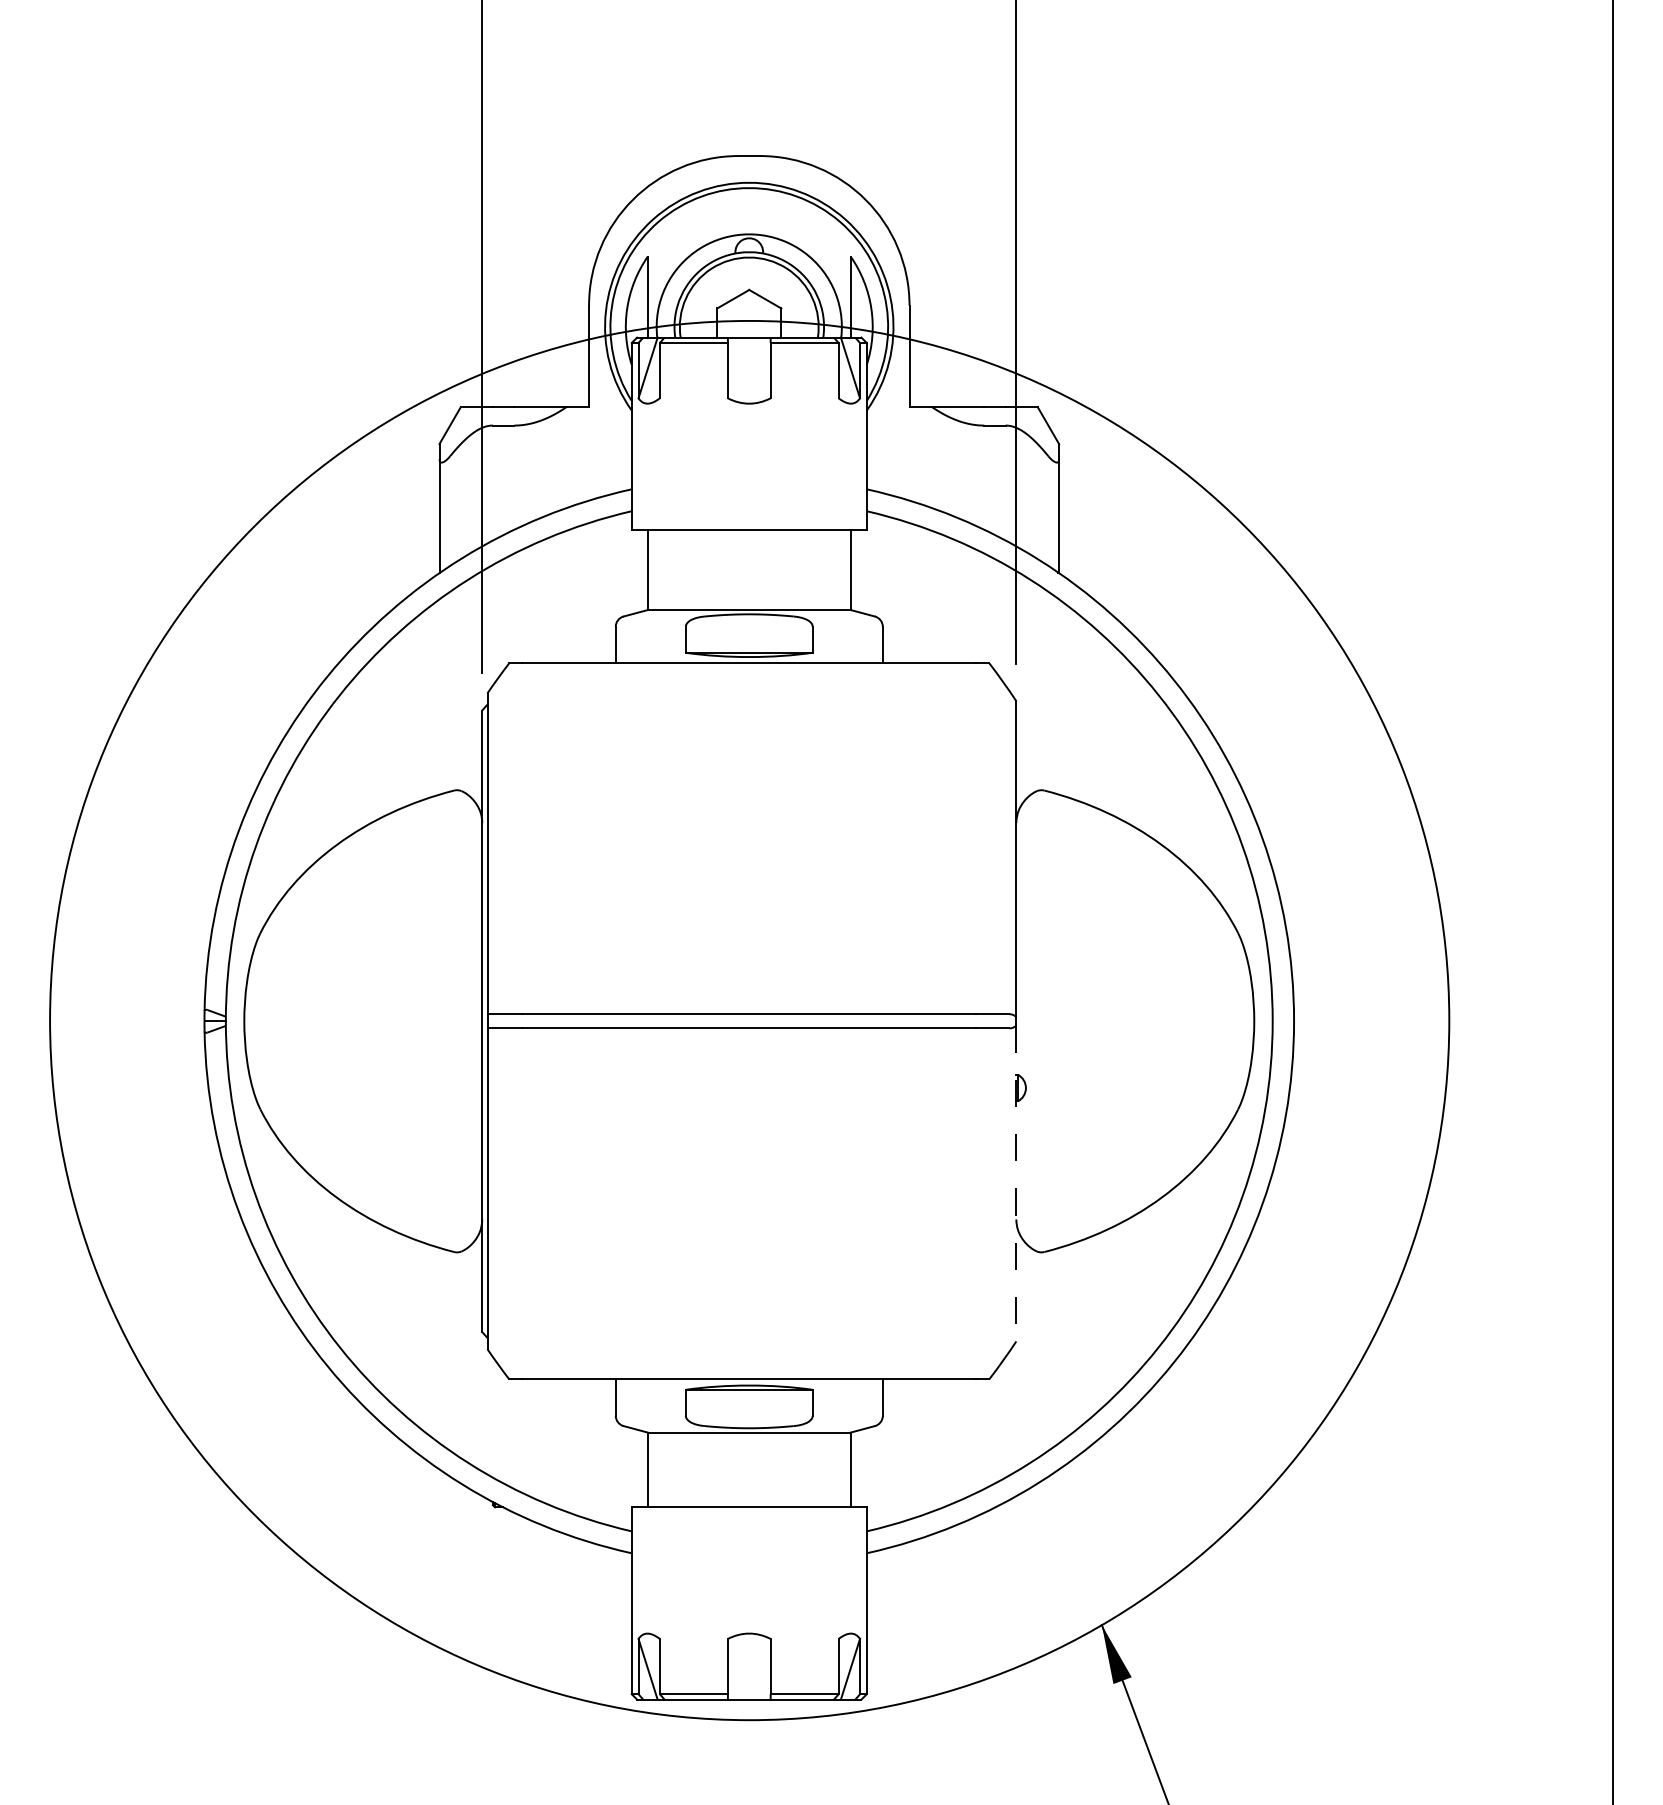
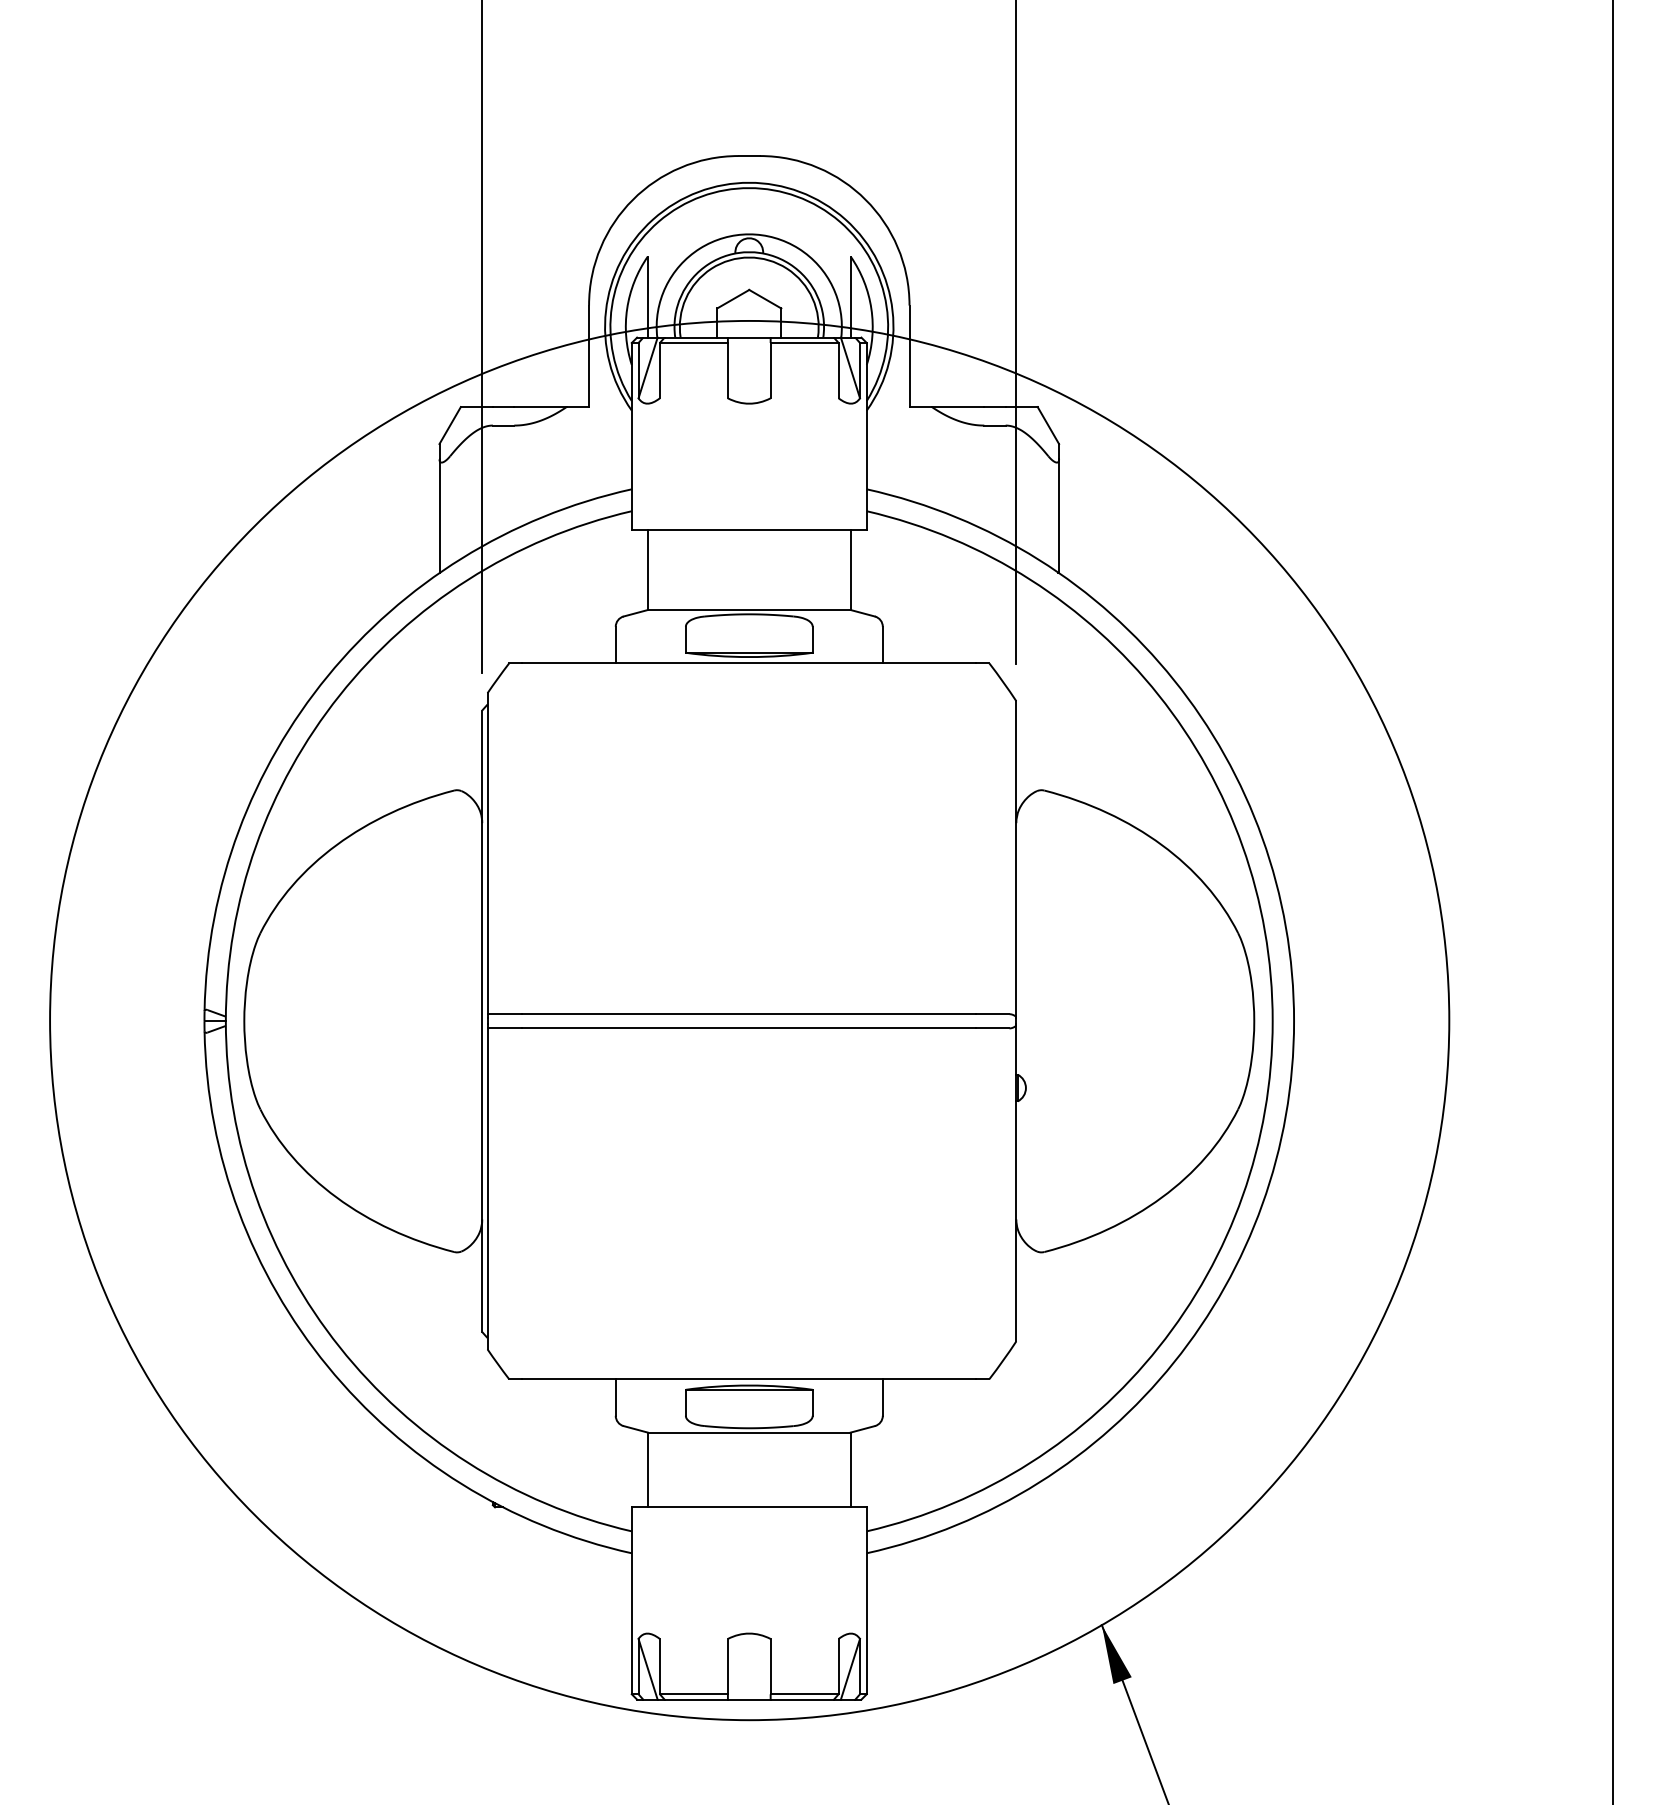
line at (1016, 1183): dashed -> solid
